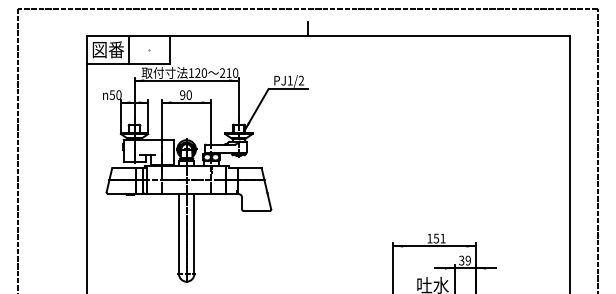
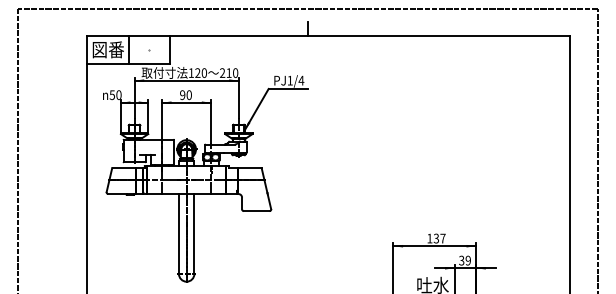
text at (301, 80): PJ1/2 -> PJ1/4
text at (439, 238): 151 -> 137
